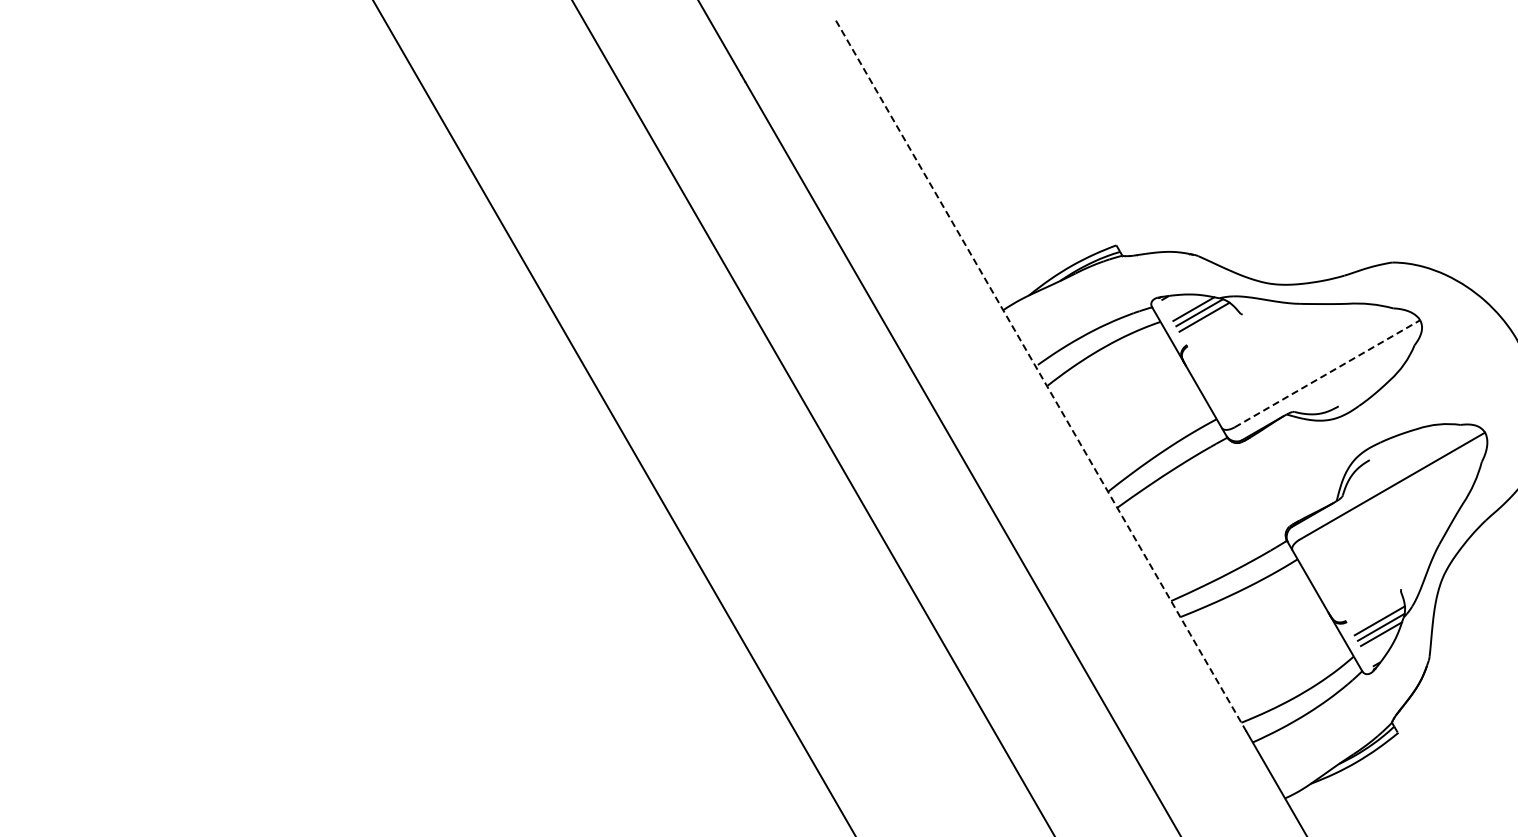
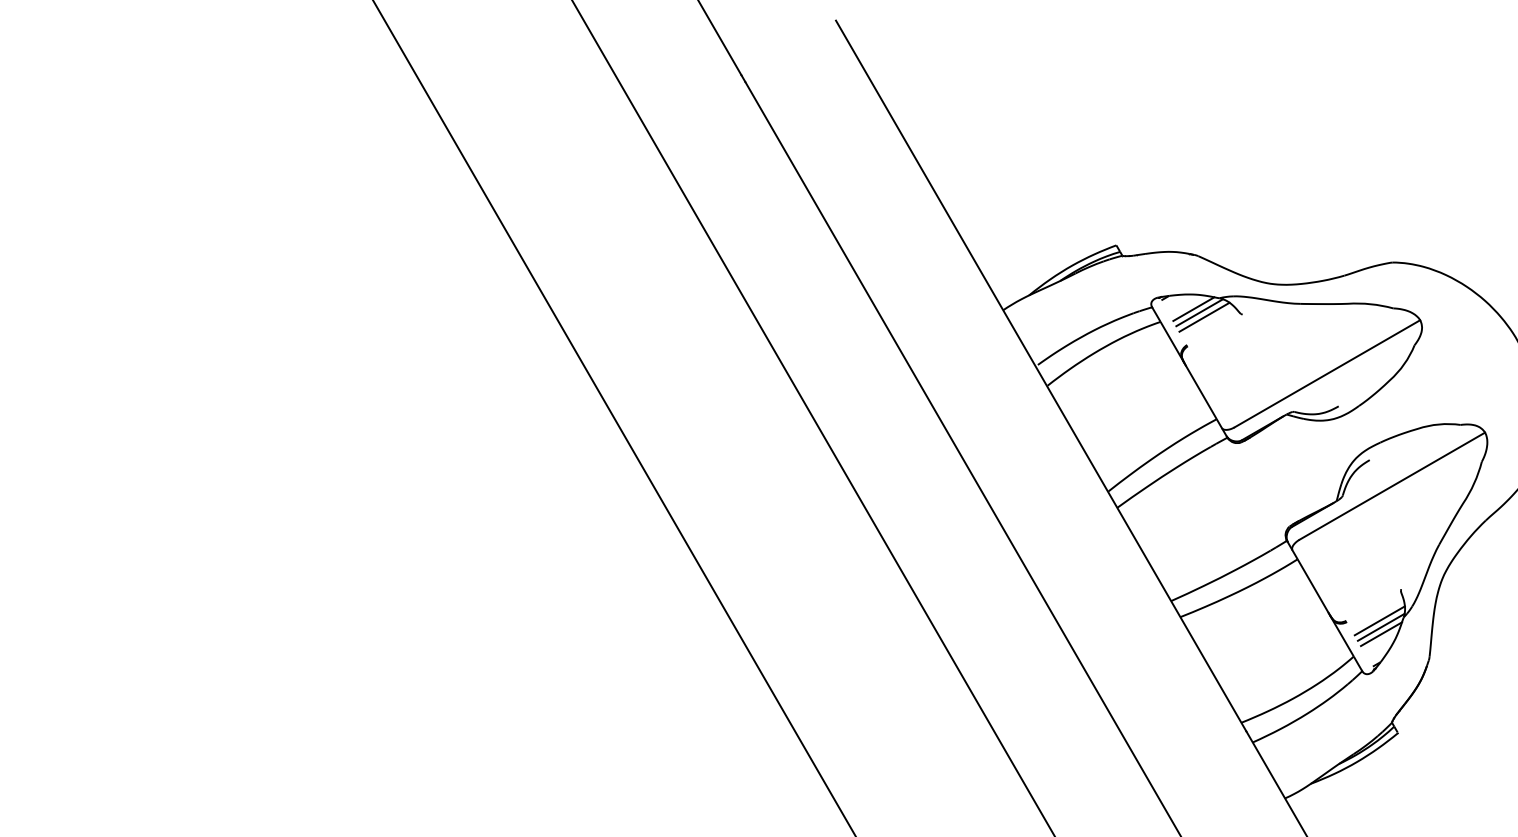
line at (1327, 373): dashed -> solid
line at (1041, 376): dashed -> solid
